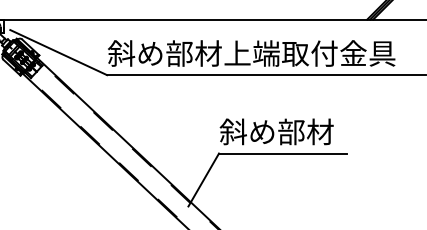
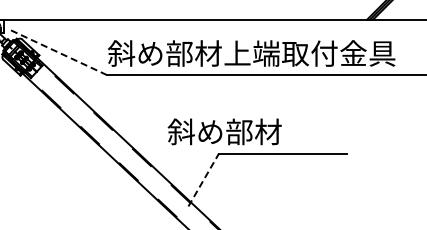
line at (58, 52): solid -> dashed
text at (276, 131) position: (276, 131) -> (224, 131)
line at (203, 180): solid -> dashed
